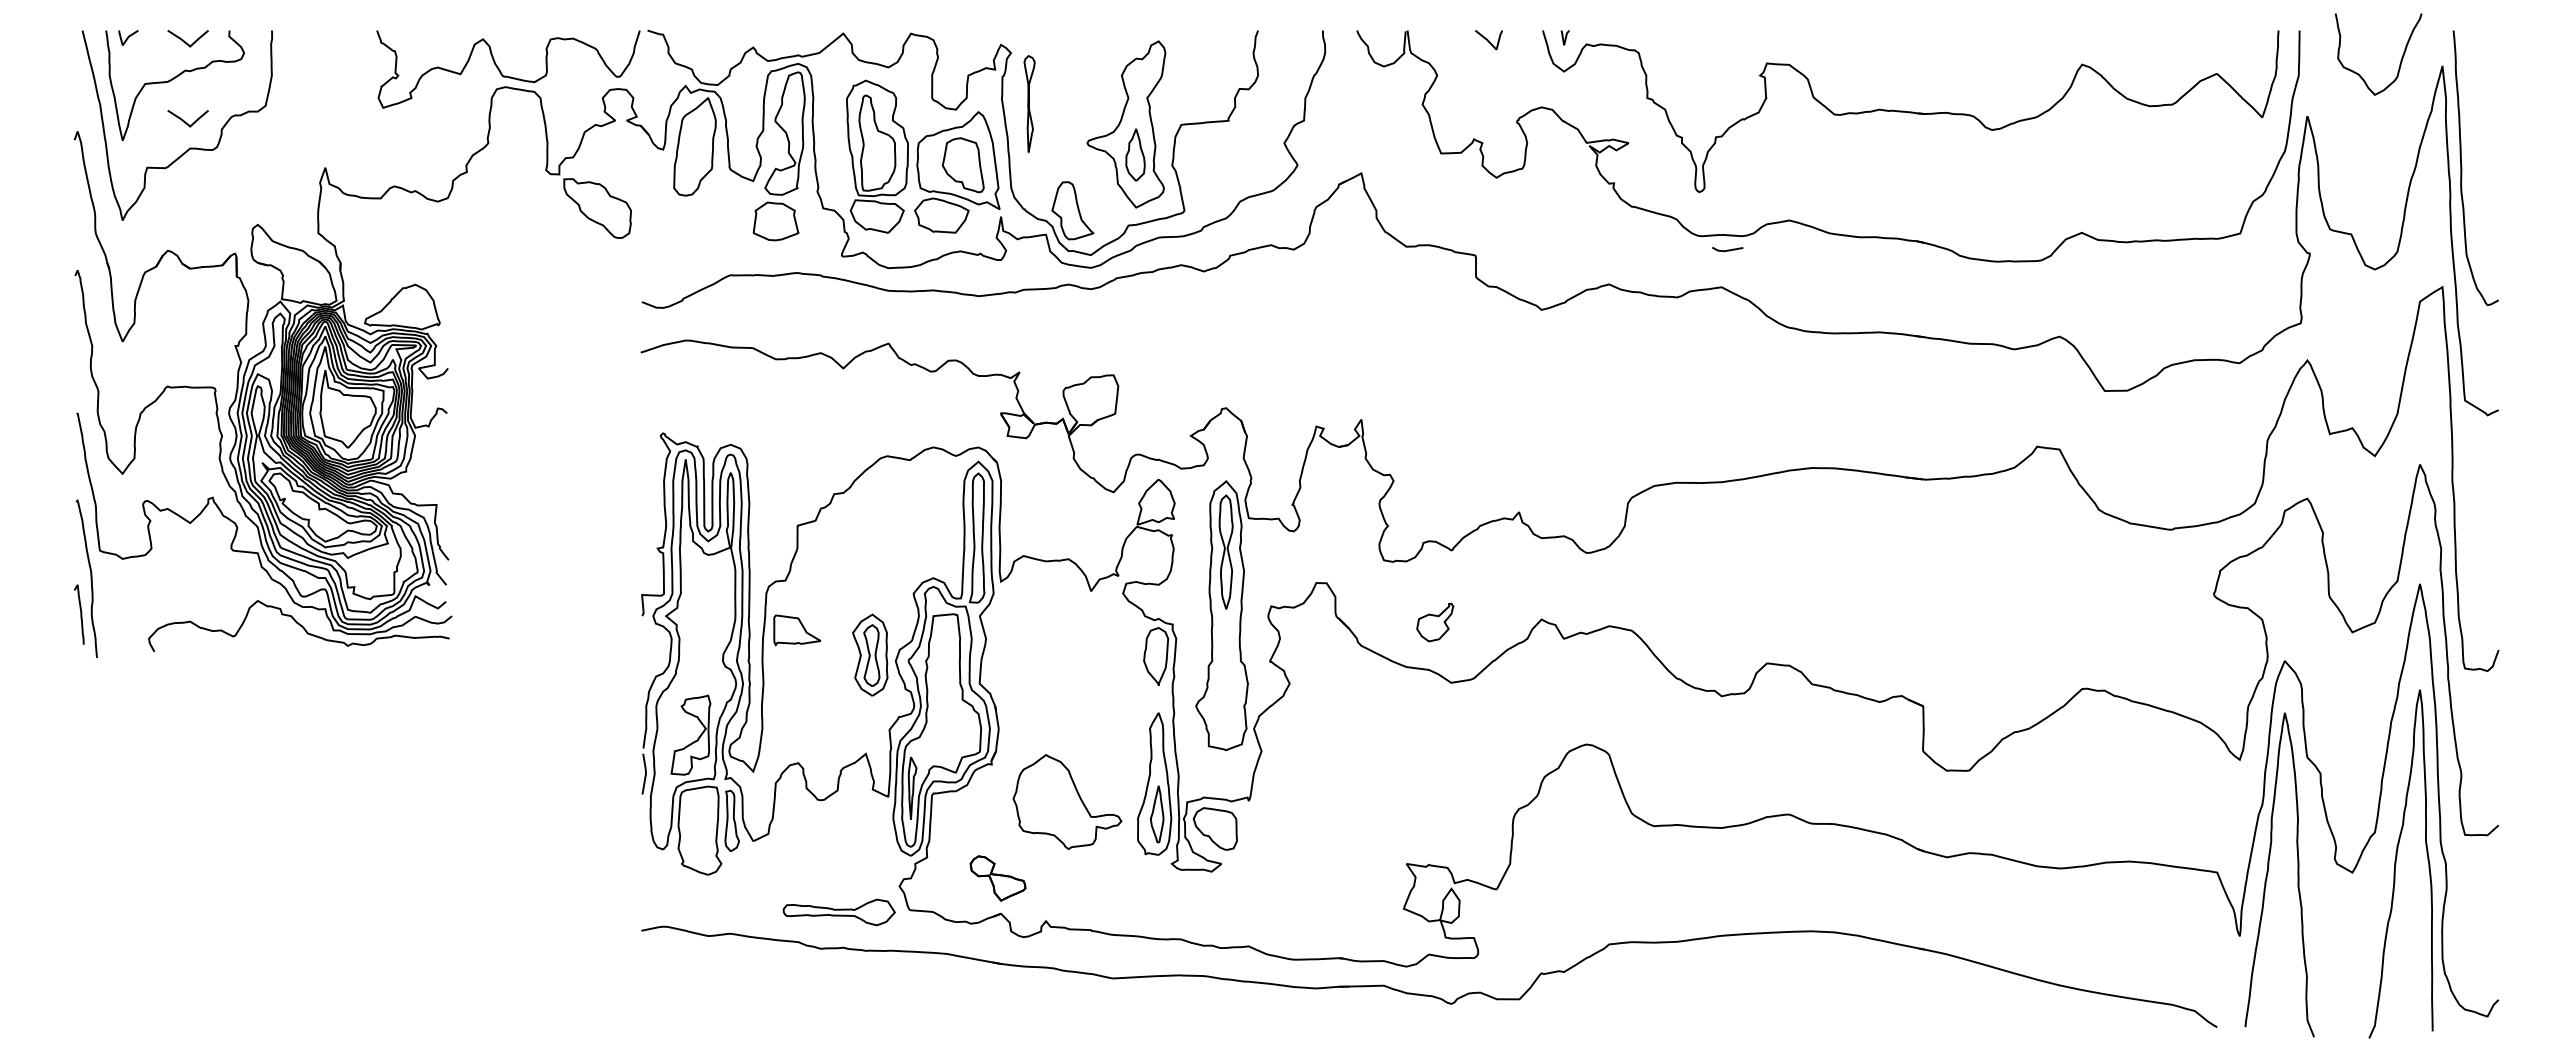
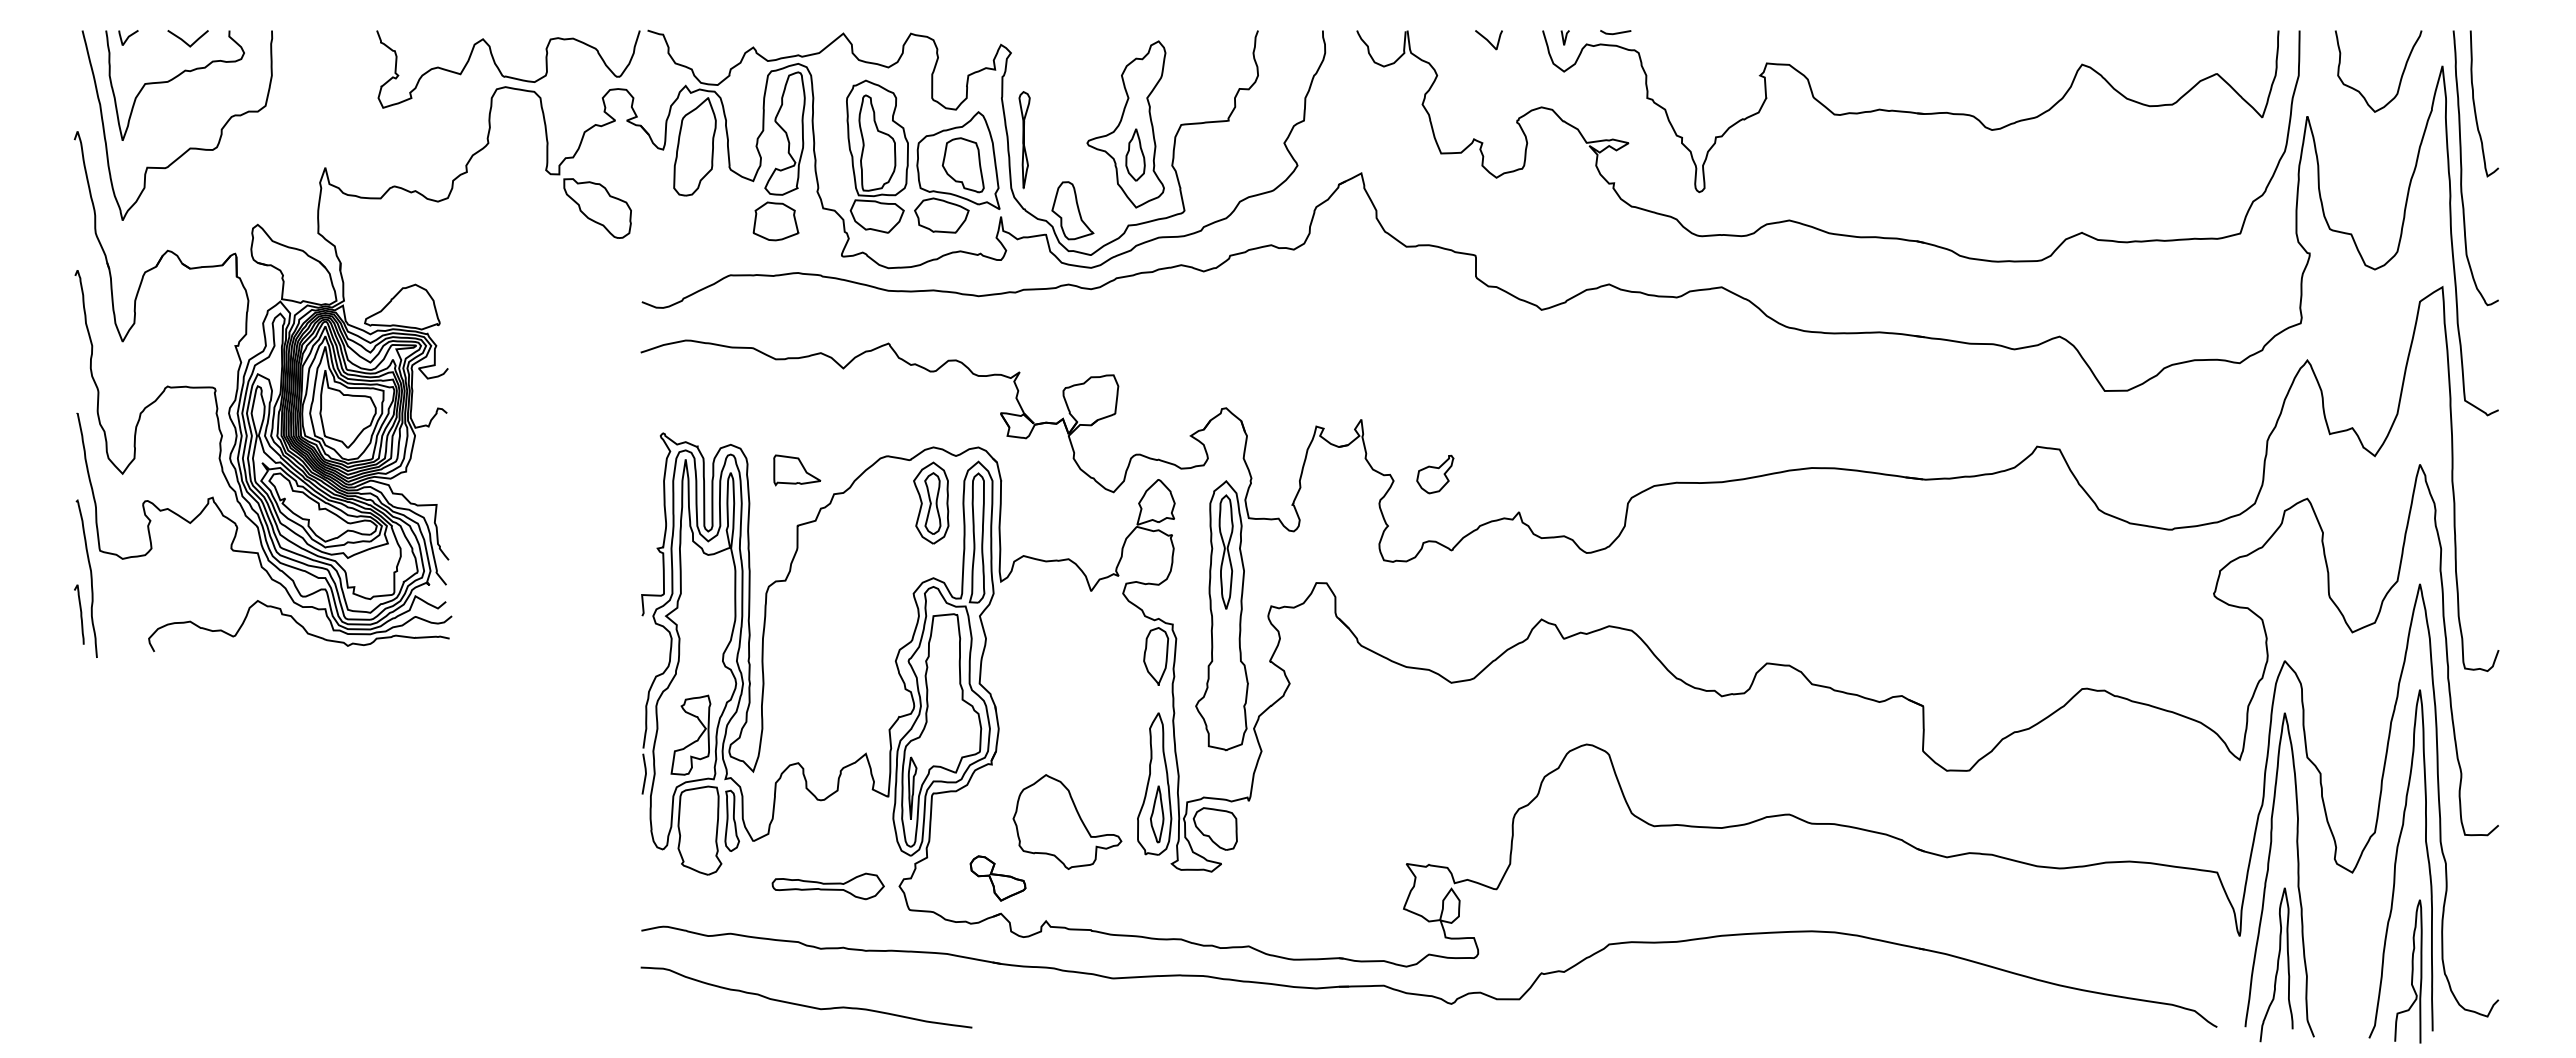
curve at (2400, 60) position: (2400, 60) -> (2400, 77)
part at (1029, 104) position: (1029, 104) -> (1024, 140)
curve at (2475, 105): none -> present
line at (184, 120): present -> none
line at (1727, 249) position: (1727, 249) -> (1615, 32)
part at (1435, 622) position: (1435, 622) -> (1435, 474)
part at (797, 630) position: (797, 630) -> (797, 470)
part at (870, 654) position: (870, 654) -> (931, 502)
part at (1067, 801) position: (1067, 801) -> (1067, 821)
part at (838, 912) position: (838, 912) -> (827, 886)
curve at (2277, 964): none -> present
curve at (2411, 971): none -> present
curve at (803, 1004): none -> present
